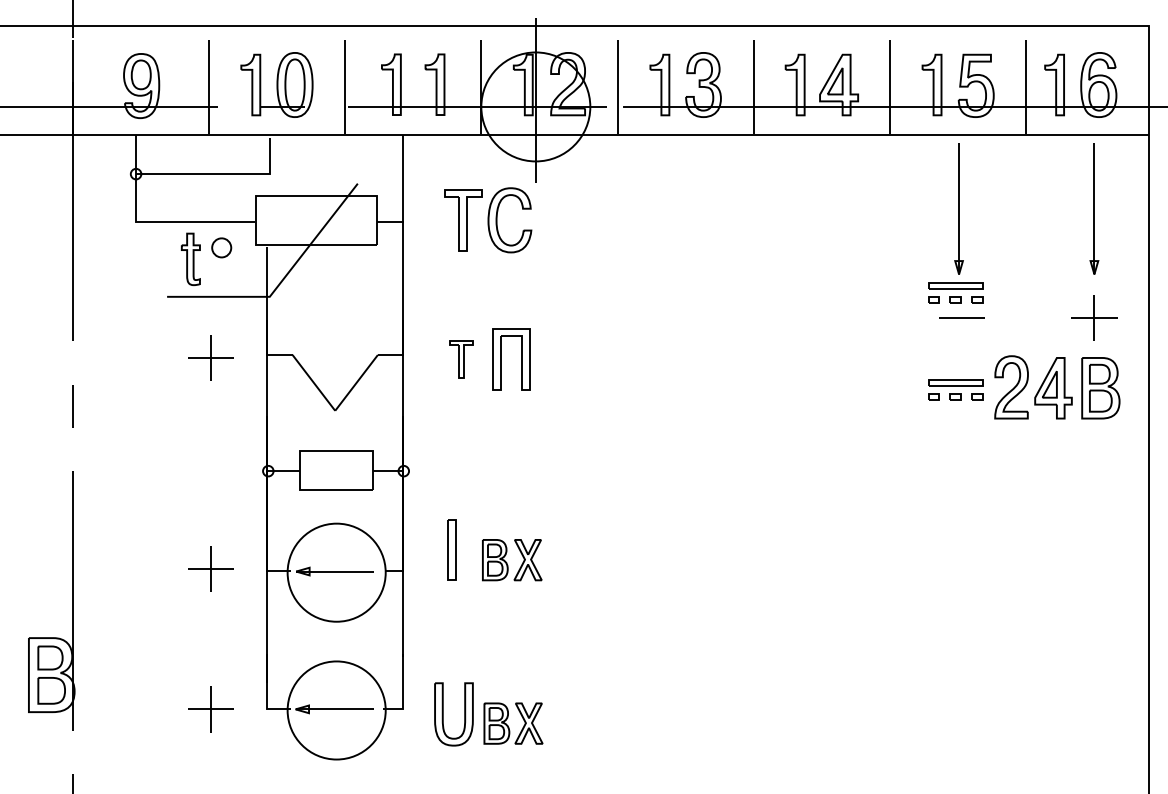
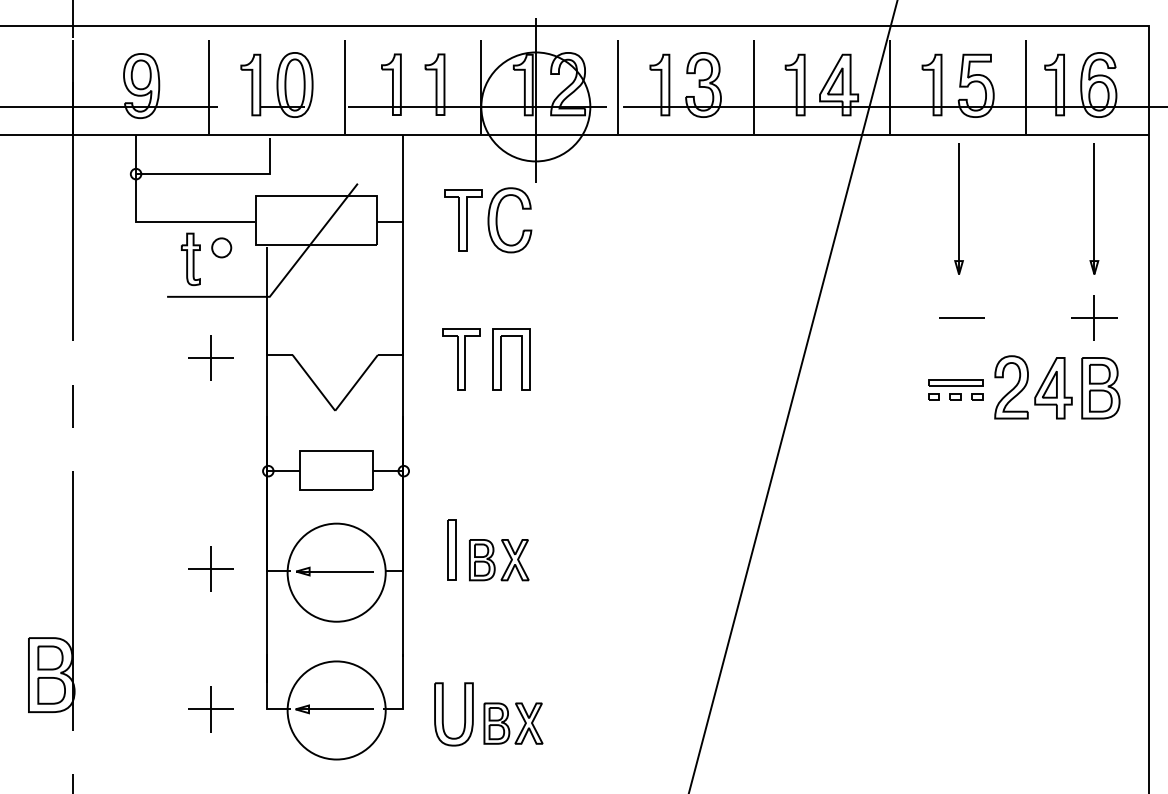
part at (955, 292): present -> none
part at (461, 359) size: 25x39 px -> 39x63 px
line at (793, 396): none -> present
part at (512, 560) position: (512, 560) -> (499, 560)
